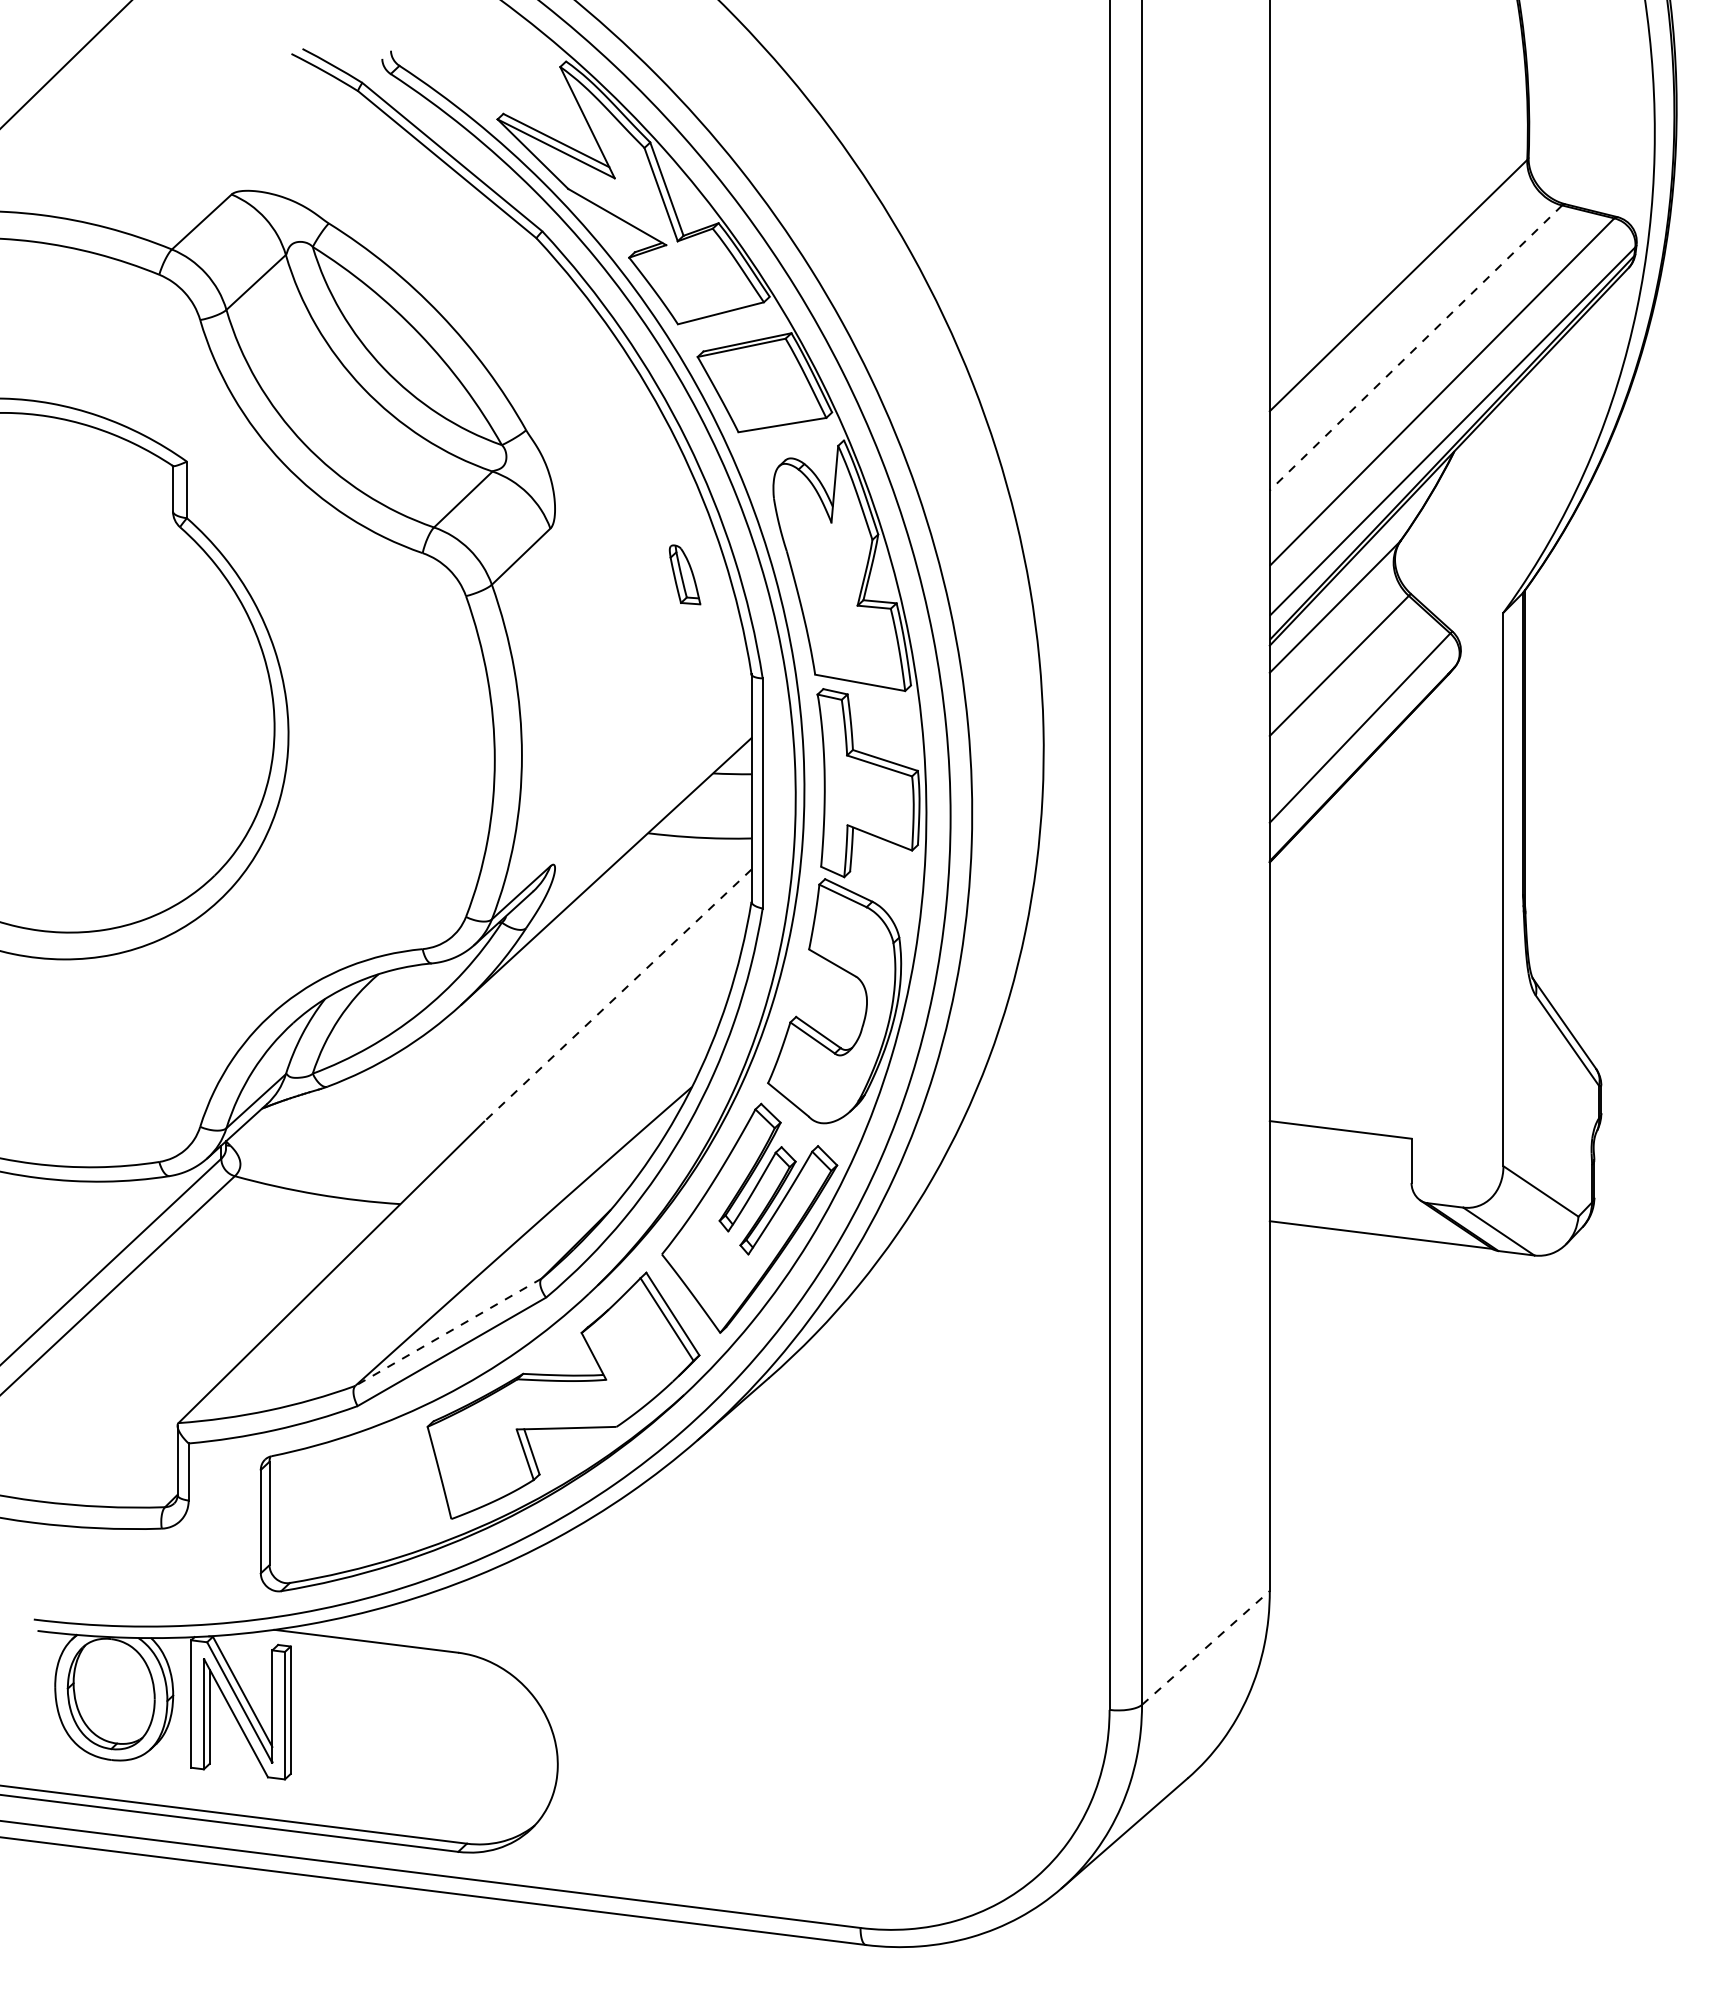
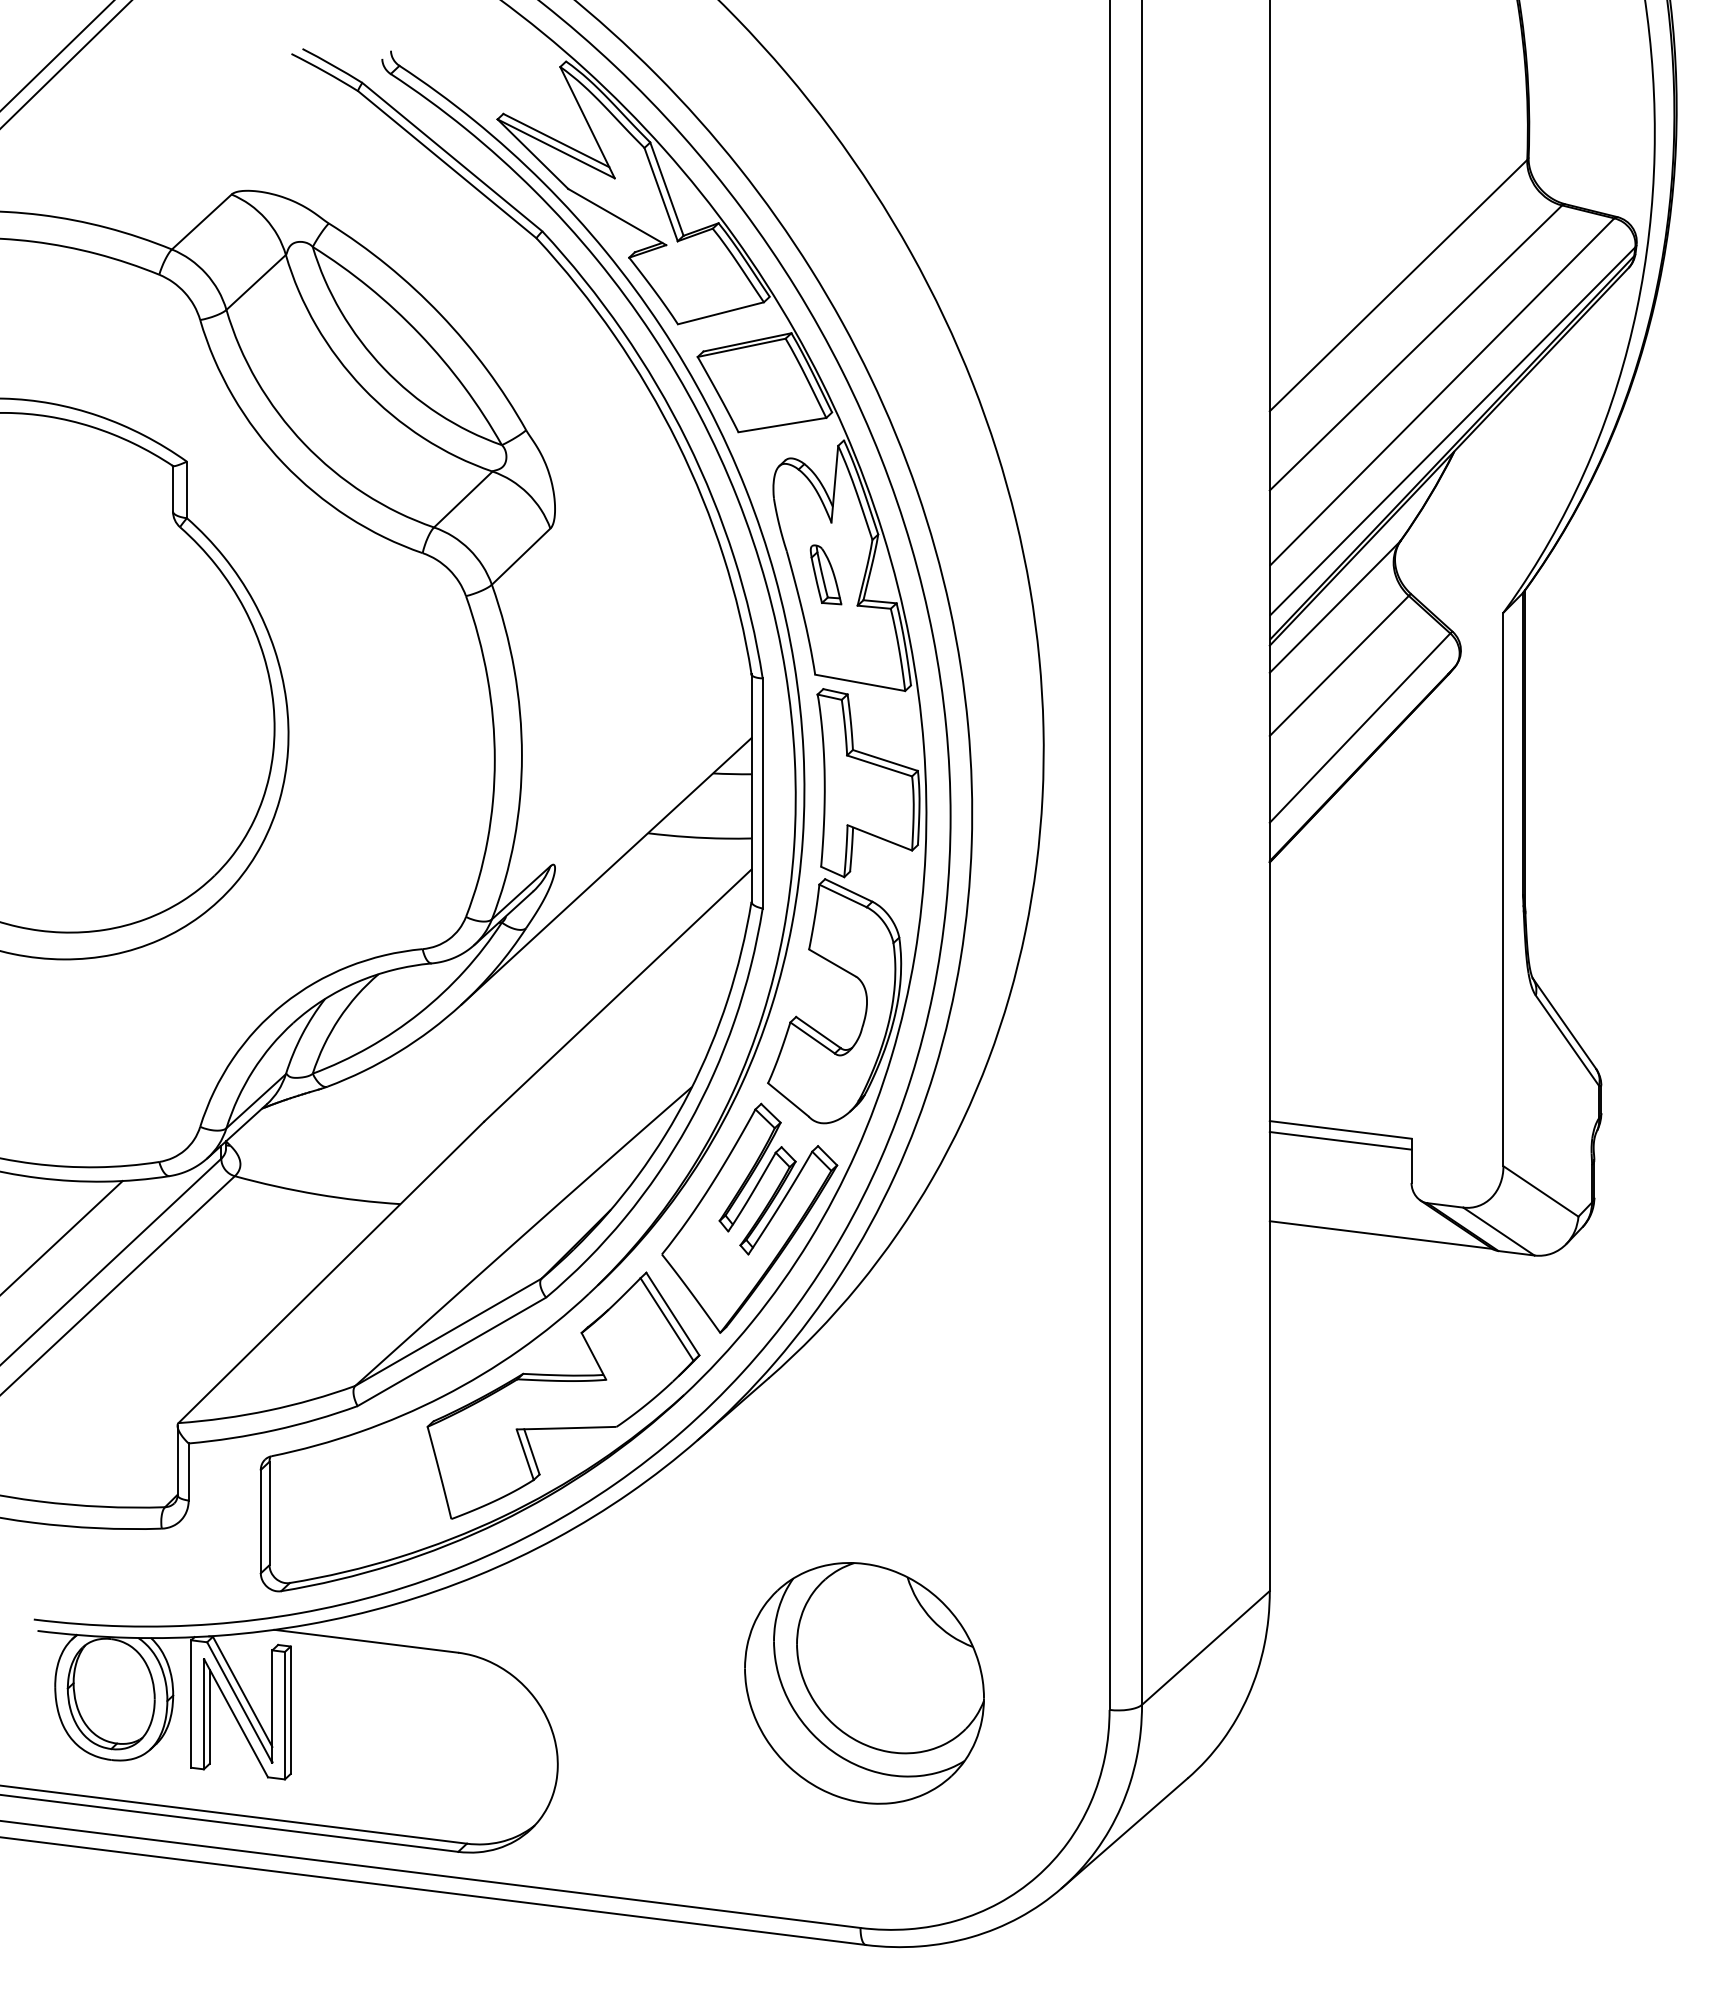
line at (57, 55): none -> present
line at (1415, 348): dashed -> solid
part at (684, 574) position: (684, 574) -> (825, 574)
line at (617, 995): dashed -> solid
line at (1340, 1140): none -> present
line at (62, 1237): none -> present
line at (448, 1332): dashed -> solid
line at (1205, 1647): dashed -> solid
part at (864, 1683): none -> present
